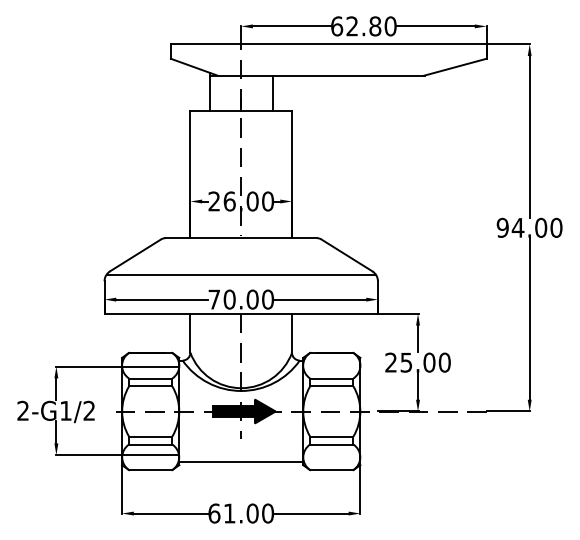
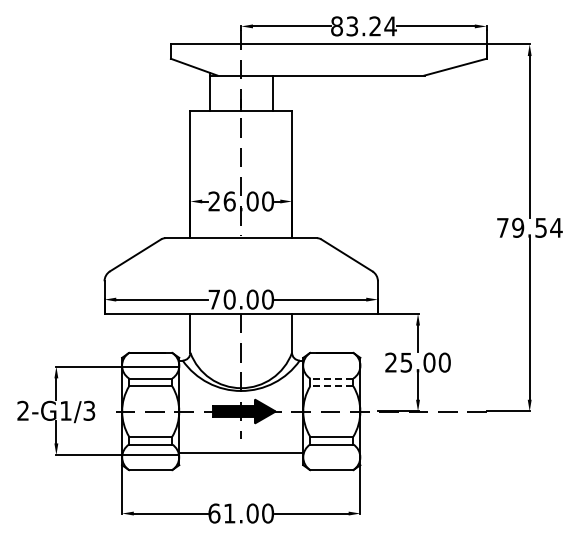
text at (363, 26): 62.80 -> 83.24
text at (529, 227): 94.00 -> 79.54
line at (240, 274): present -> none
line at (331, 378): solid -> dashed
line at (331, 386): solid -> dashed
text at (89, 410): 2-G1/2 -> 2-G1/3
line at (241, 462) position: (241, 462) -> (241, 453)
